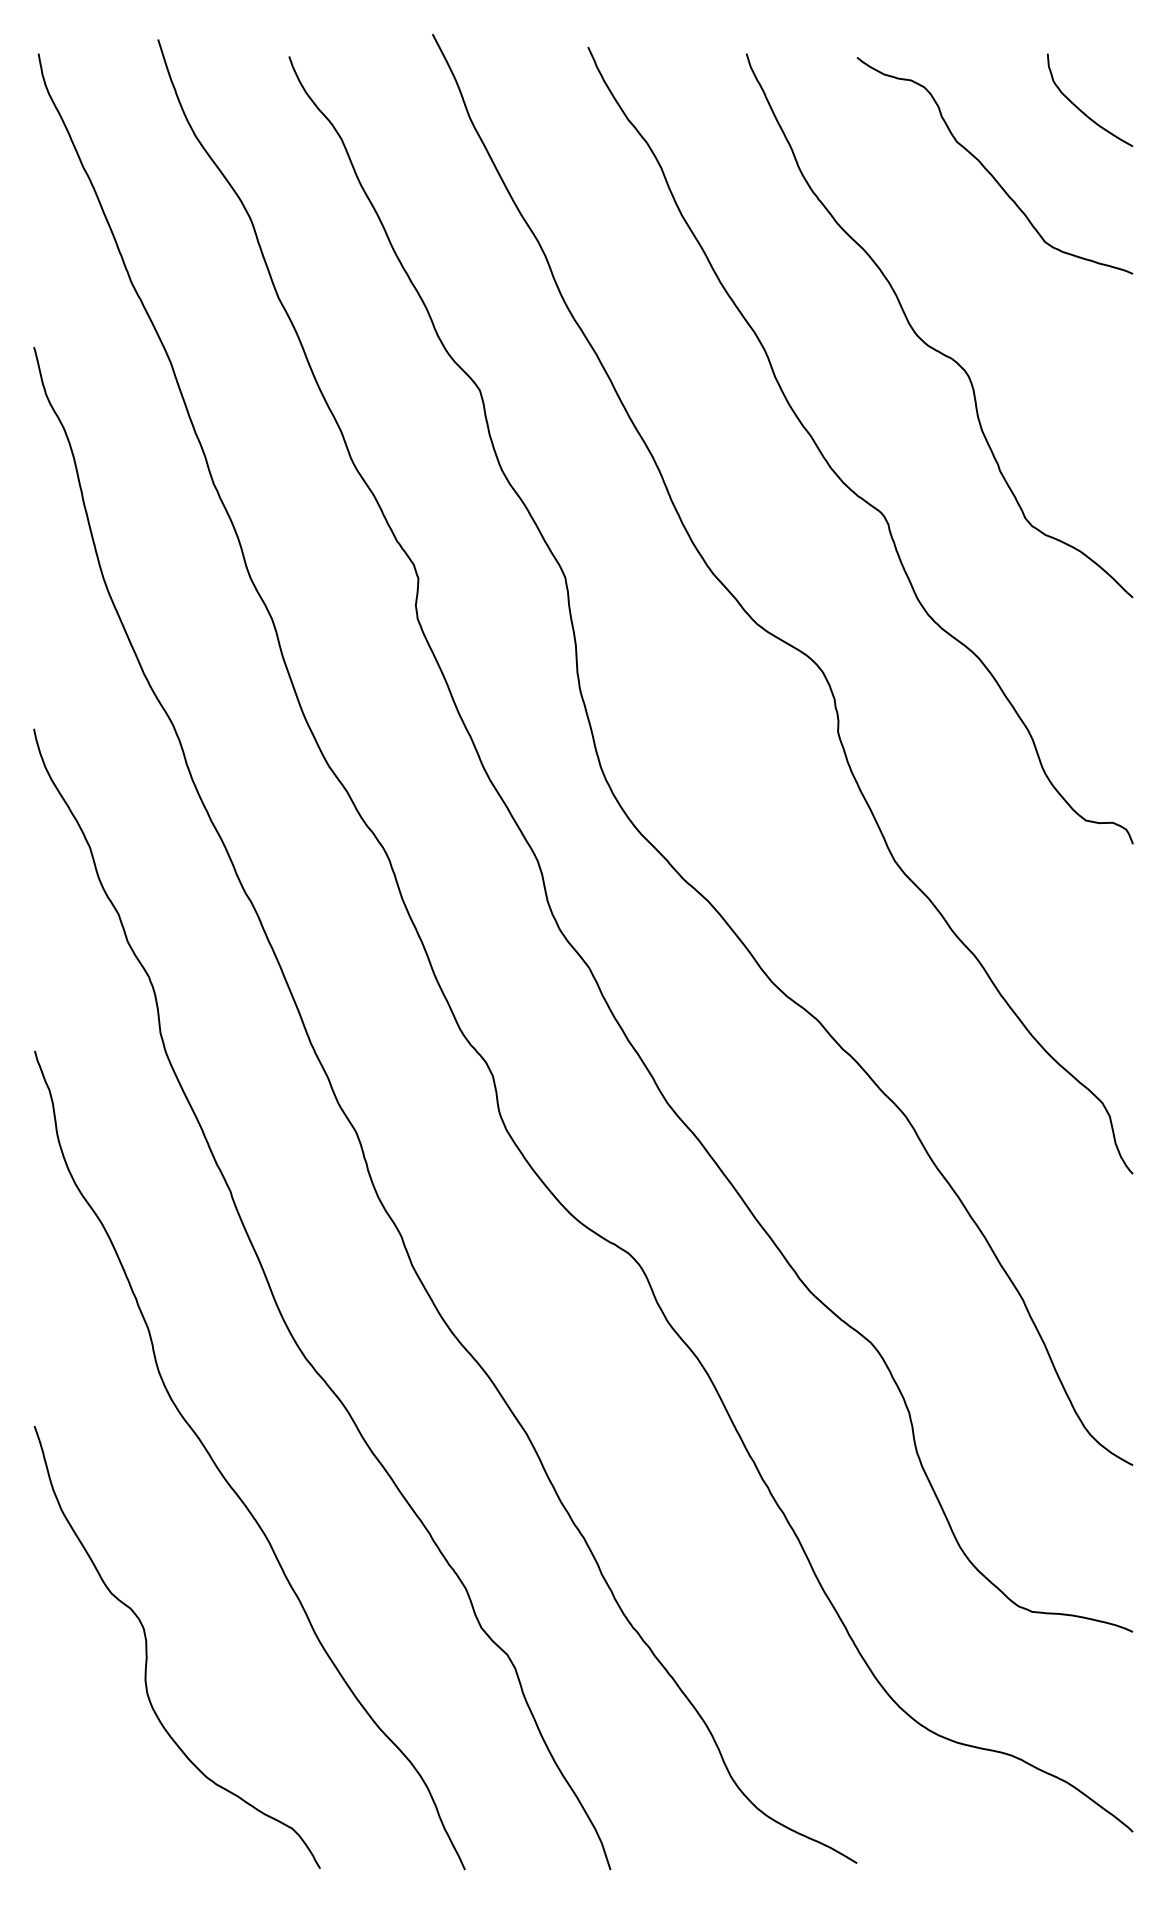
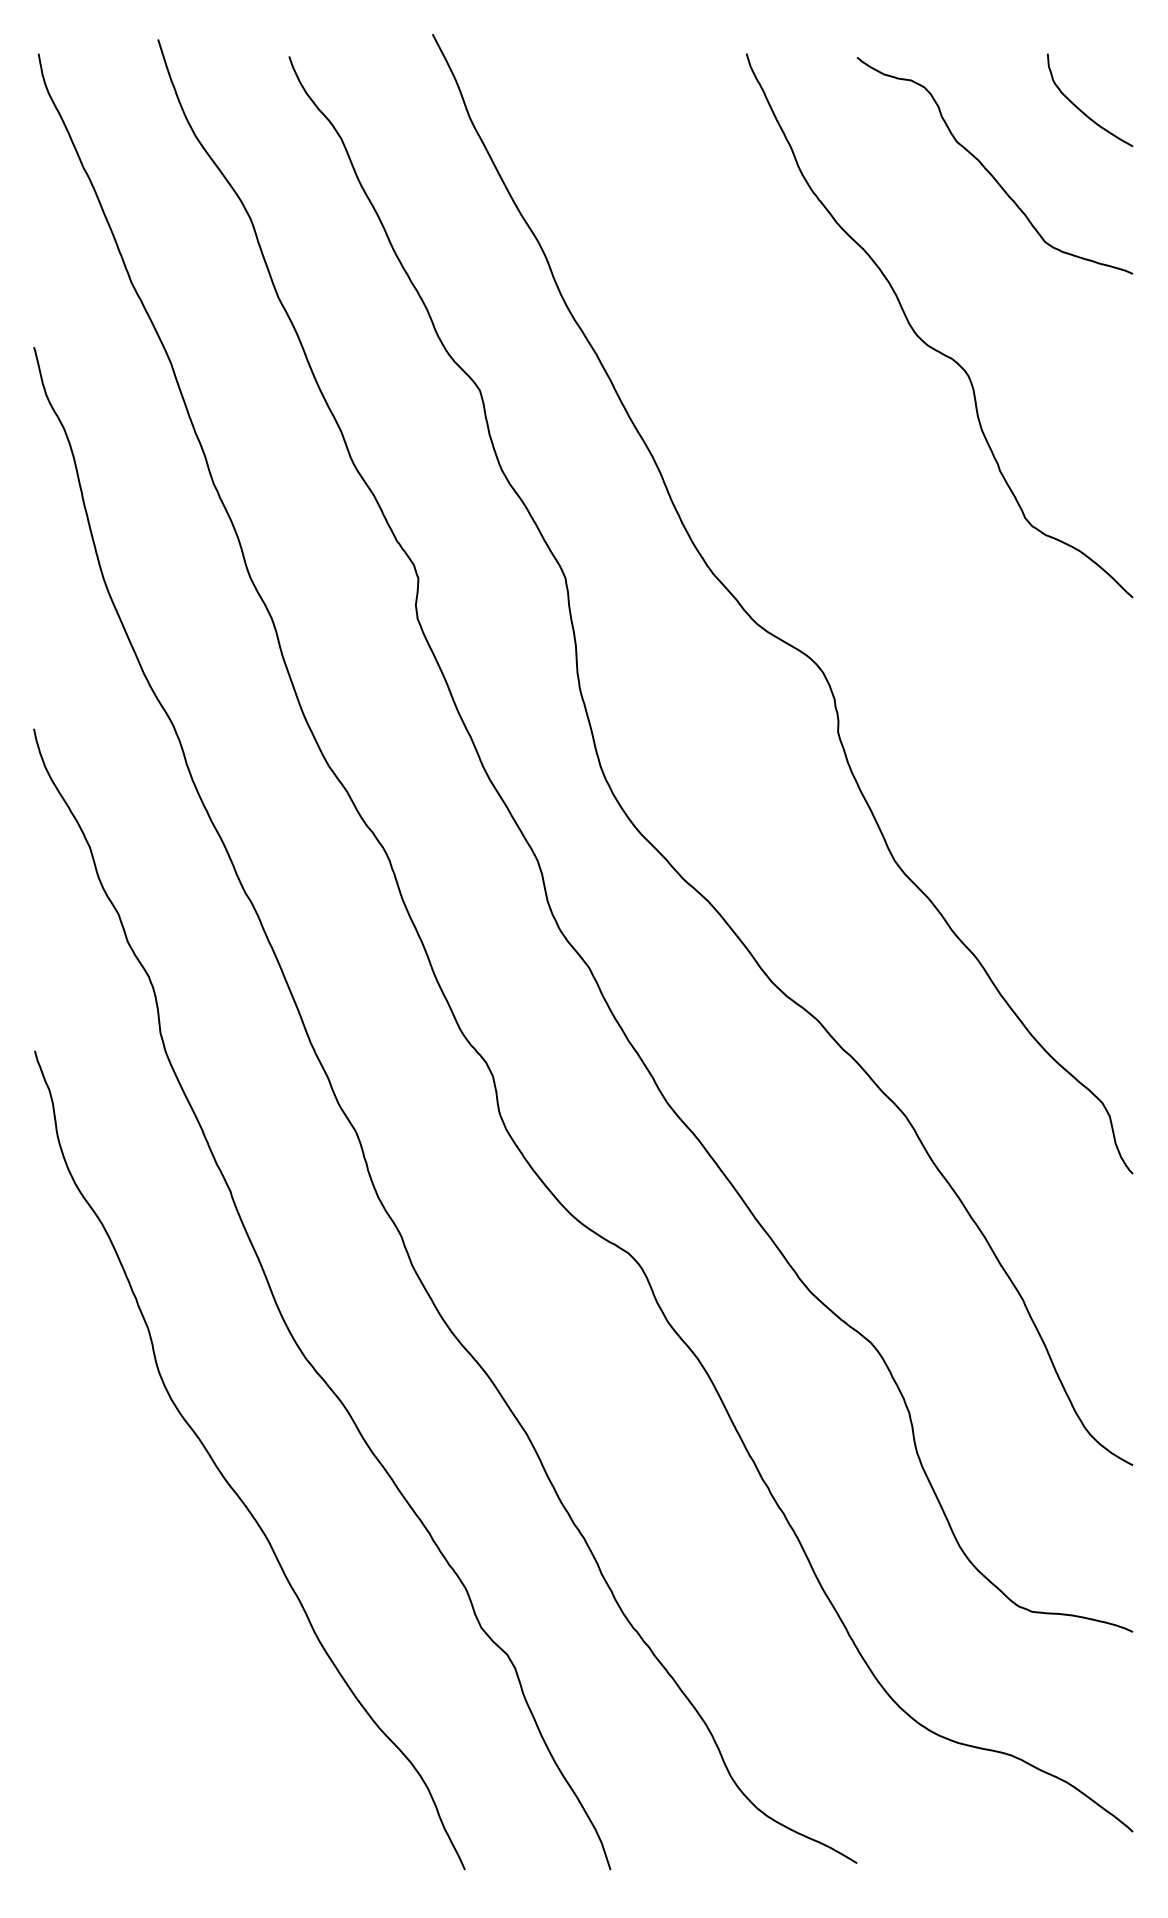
curve at (829, 463): present -> none
curve at (147, 1647): present -> none
